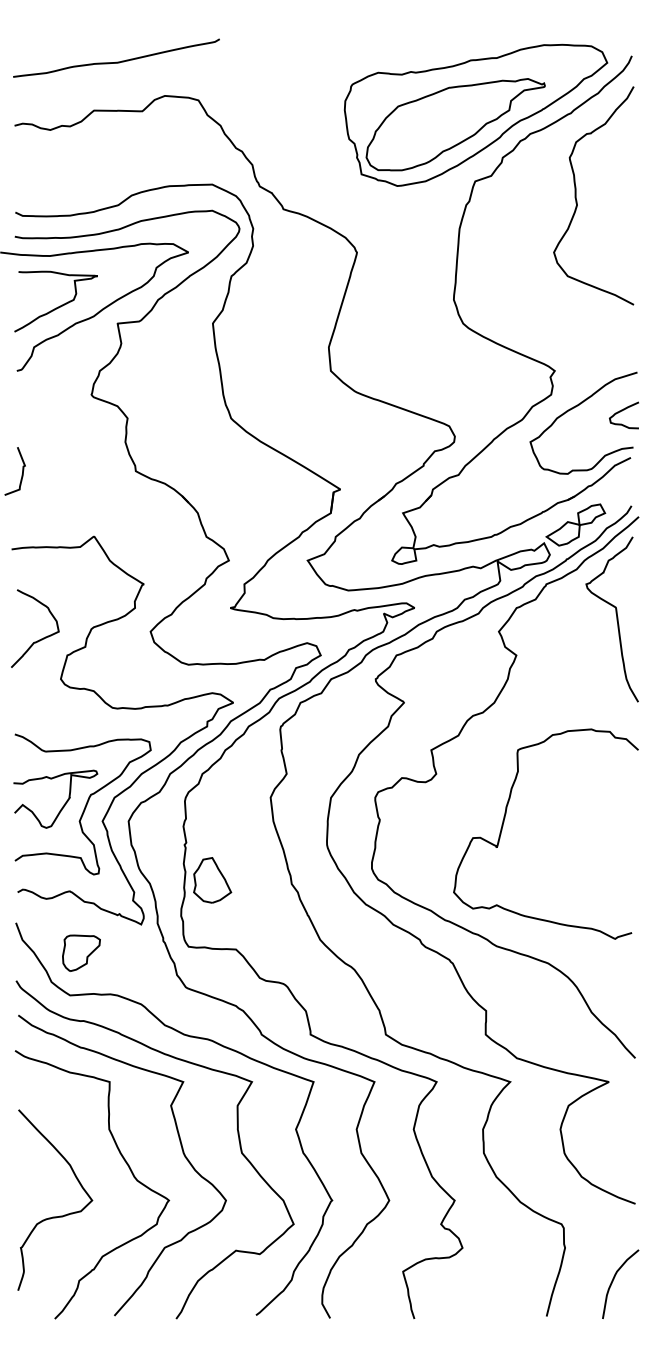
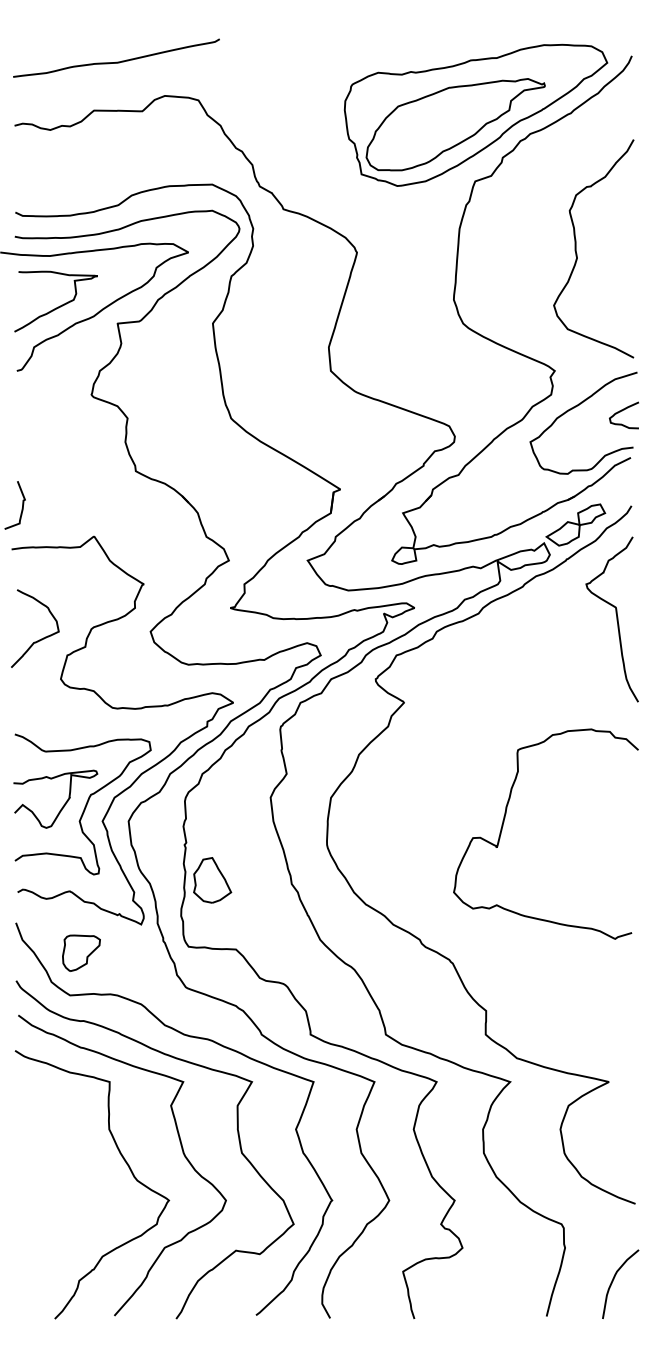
curve at (577, 200) position: (577, 200) -> (577, 253)
curve at (21, 474) position: (21, 474) -> (21, 508)
curve at (437, 774): present -> none
curve at (59, 1215): present -> none
